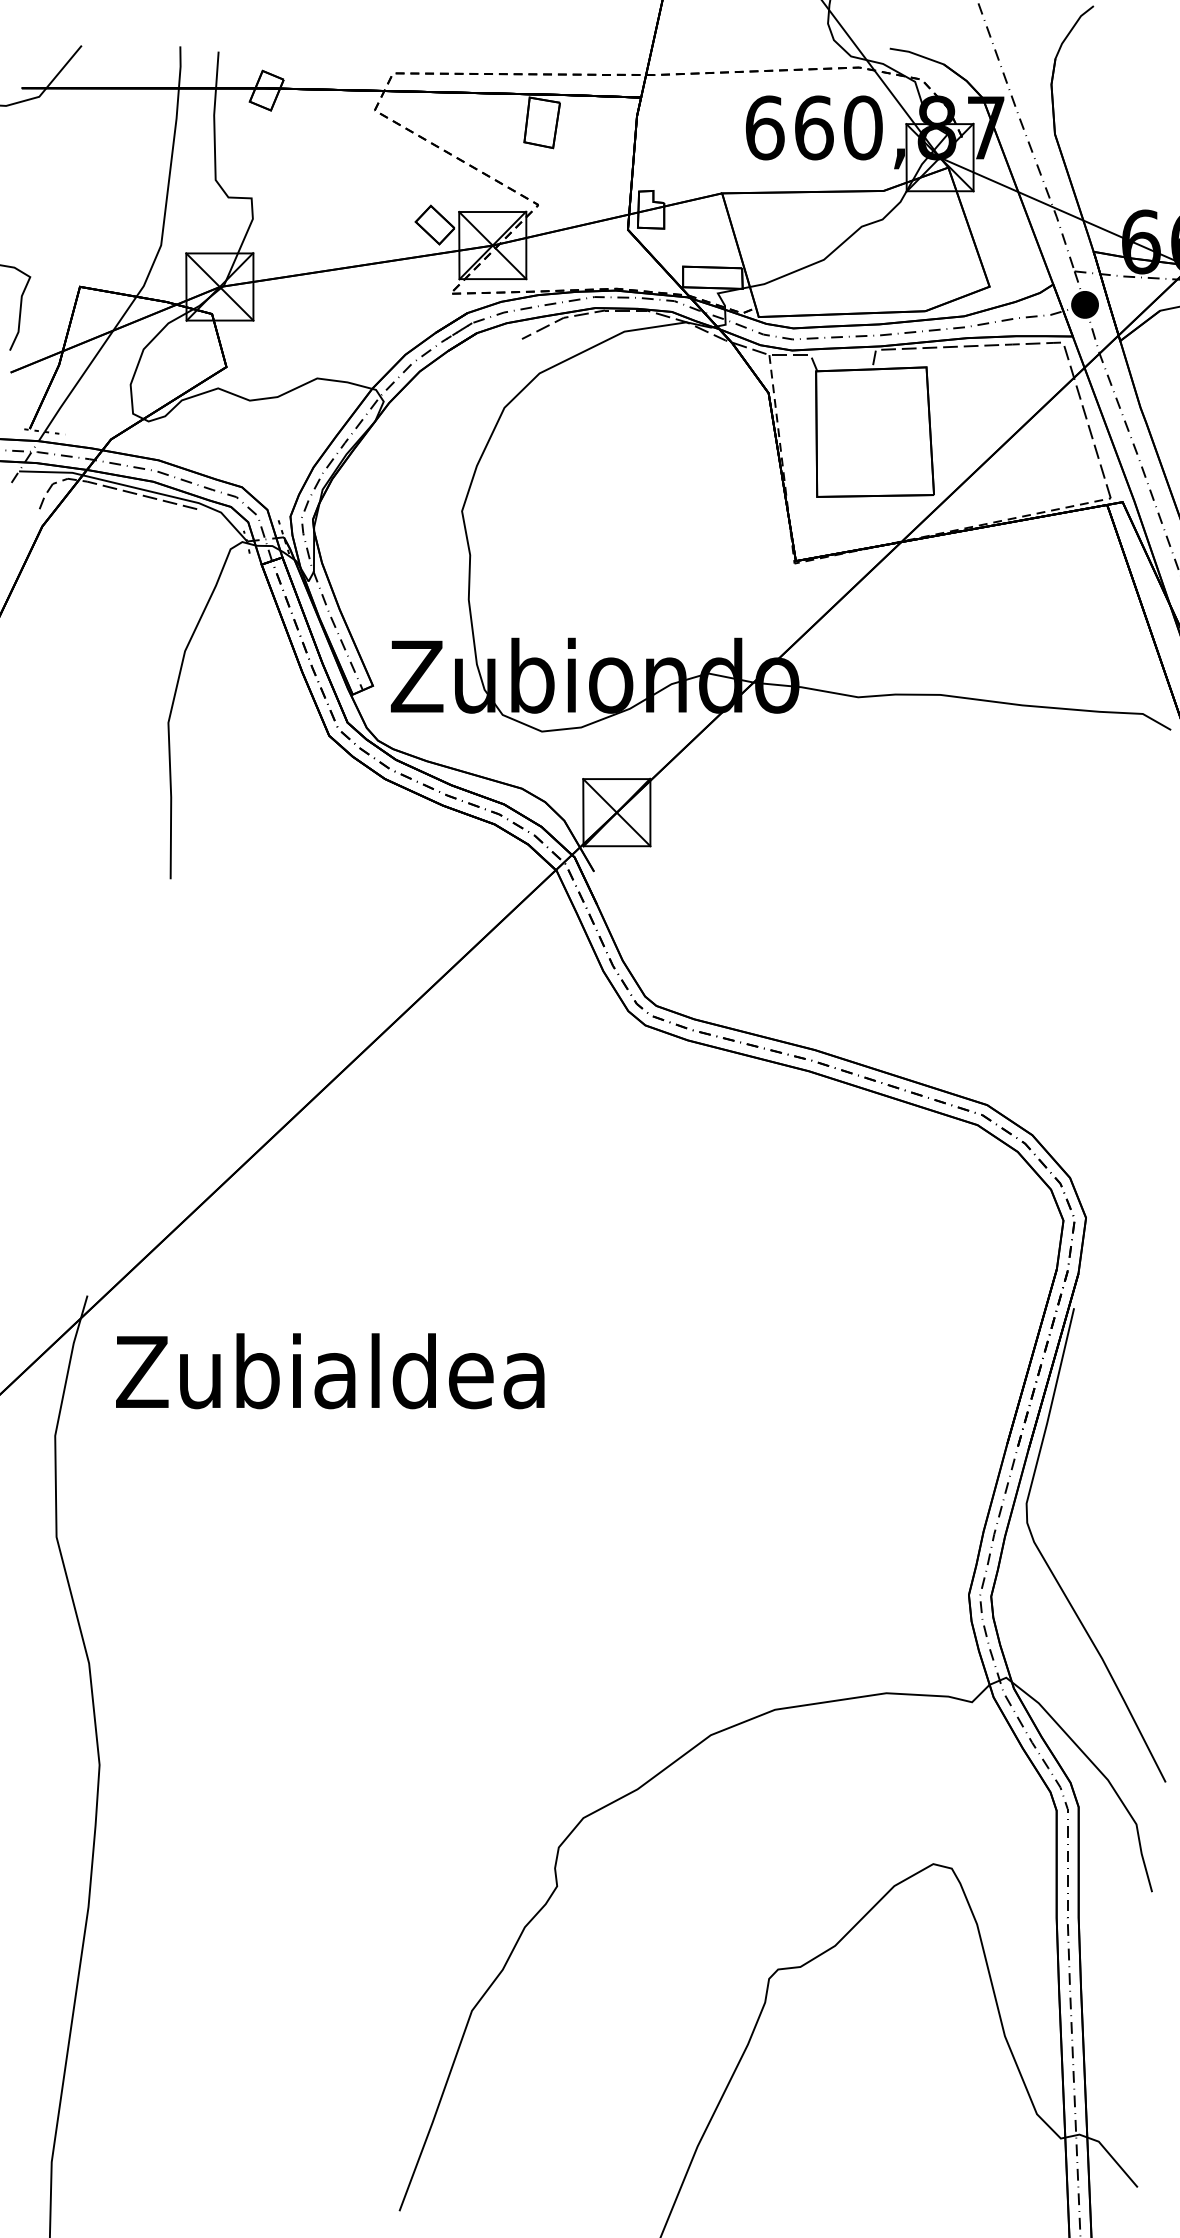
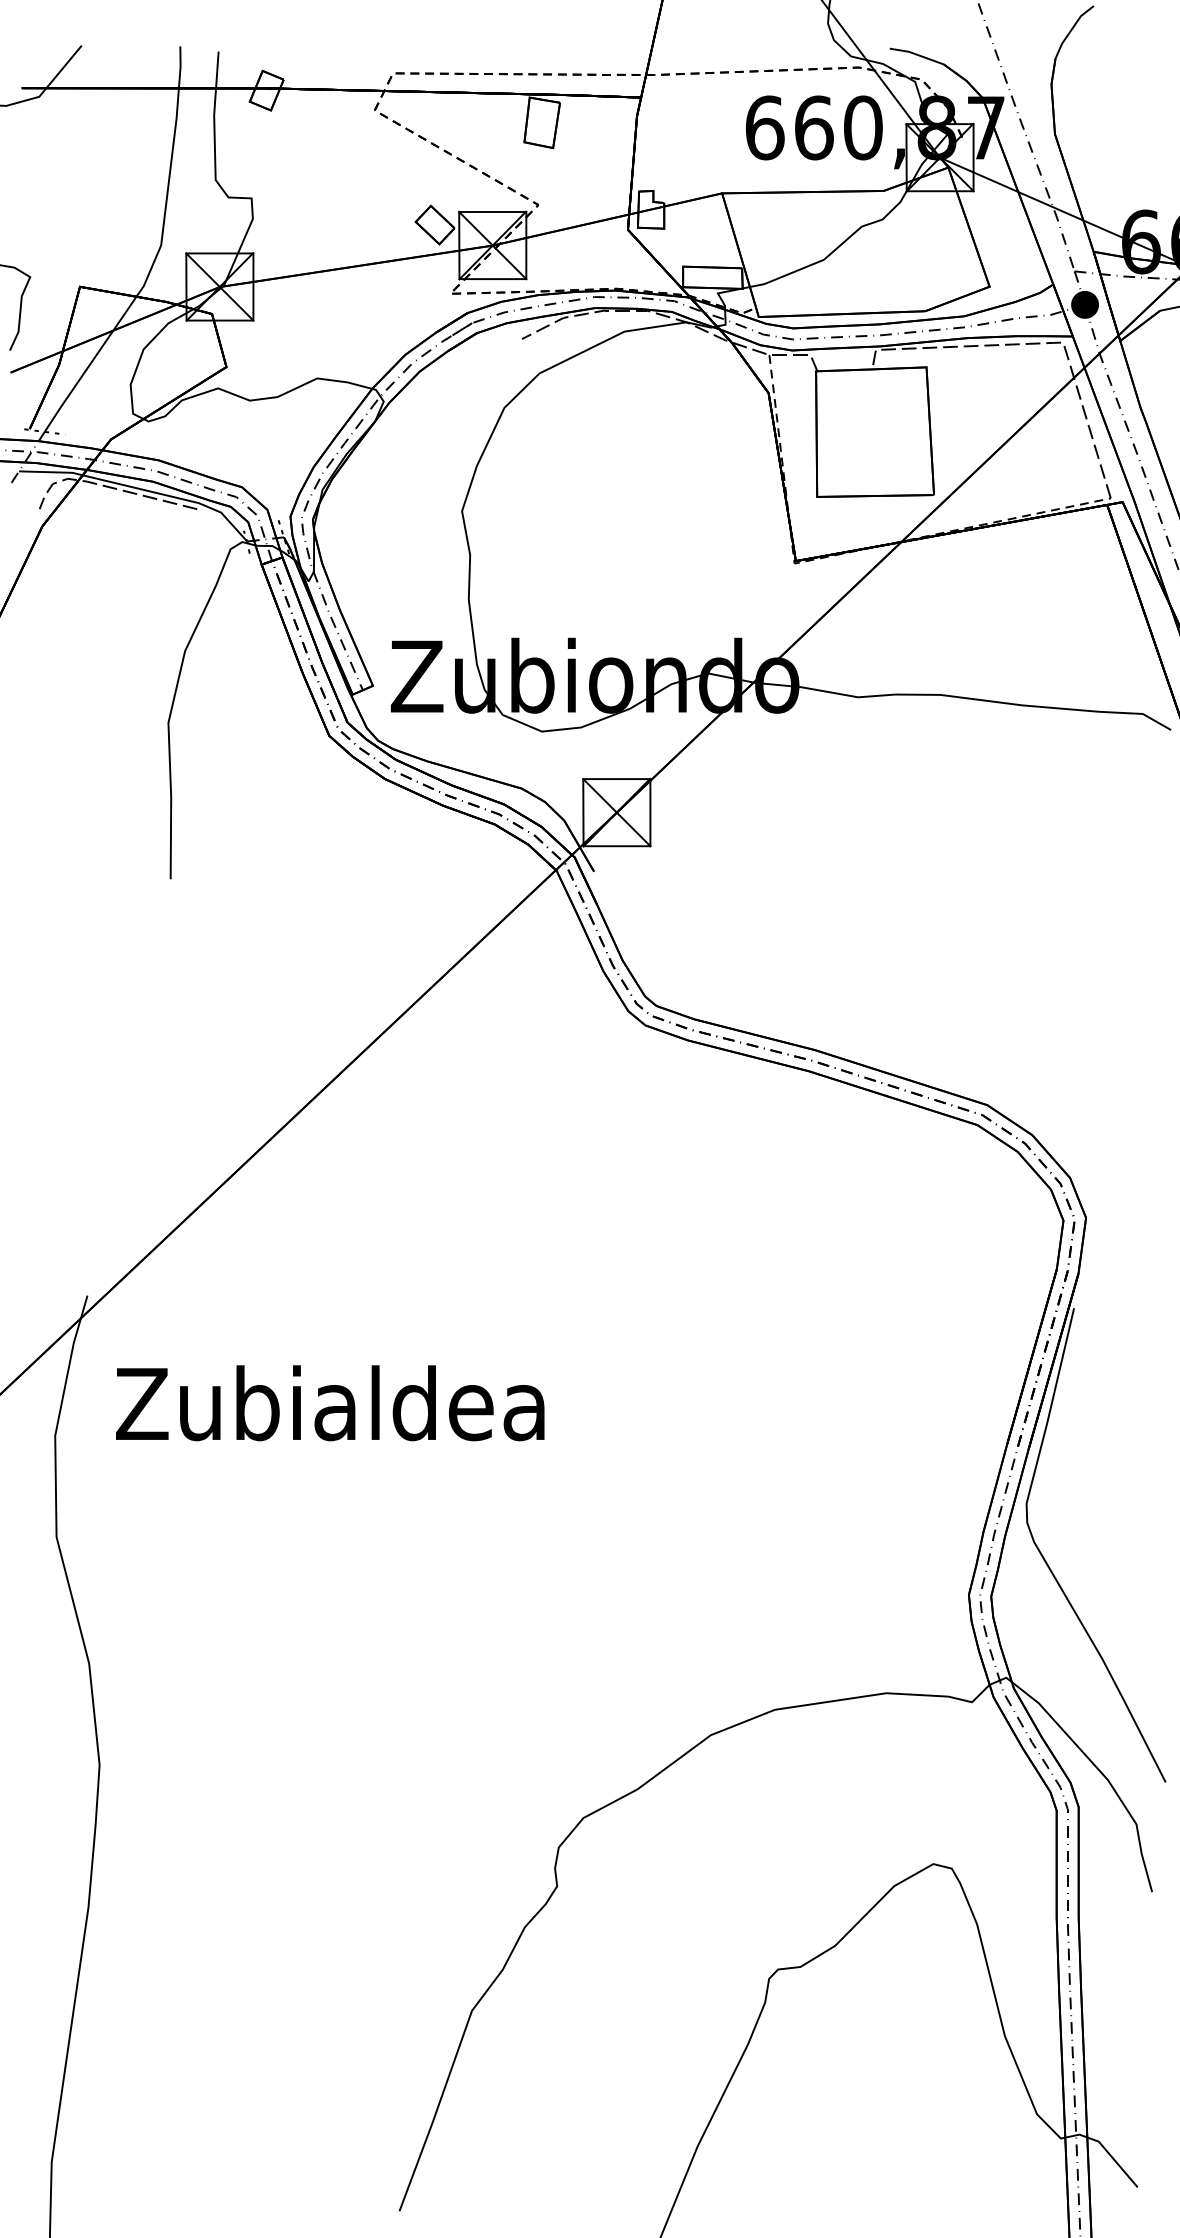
text at (330, 1371) position: (330, 1371) -> (330, 1403)
